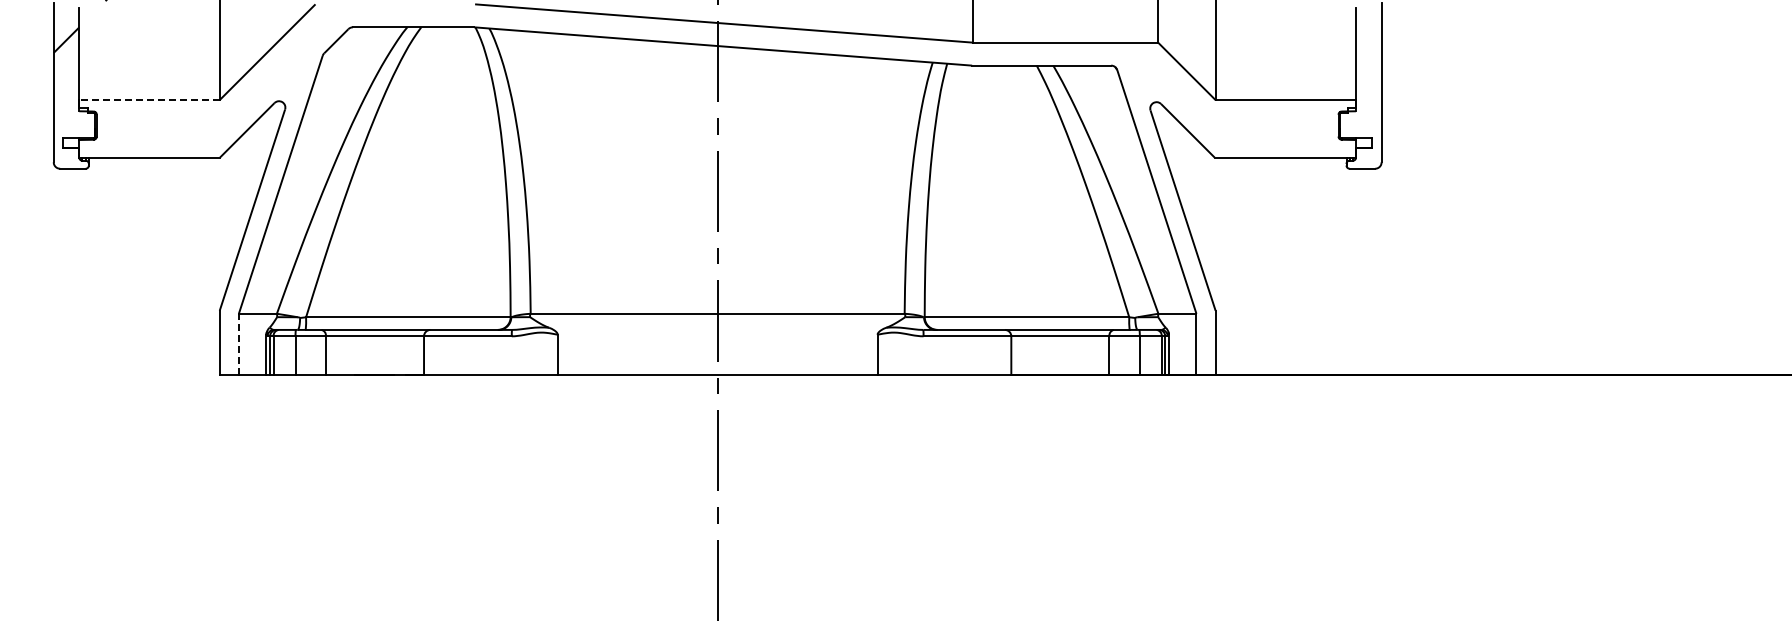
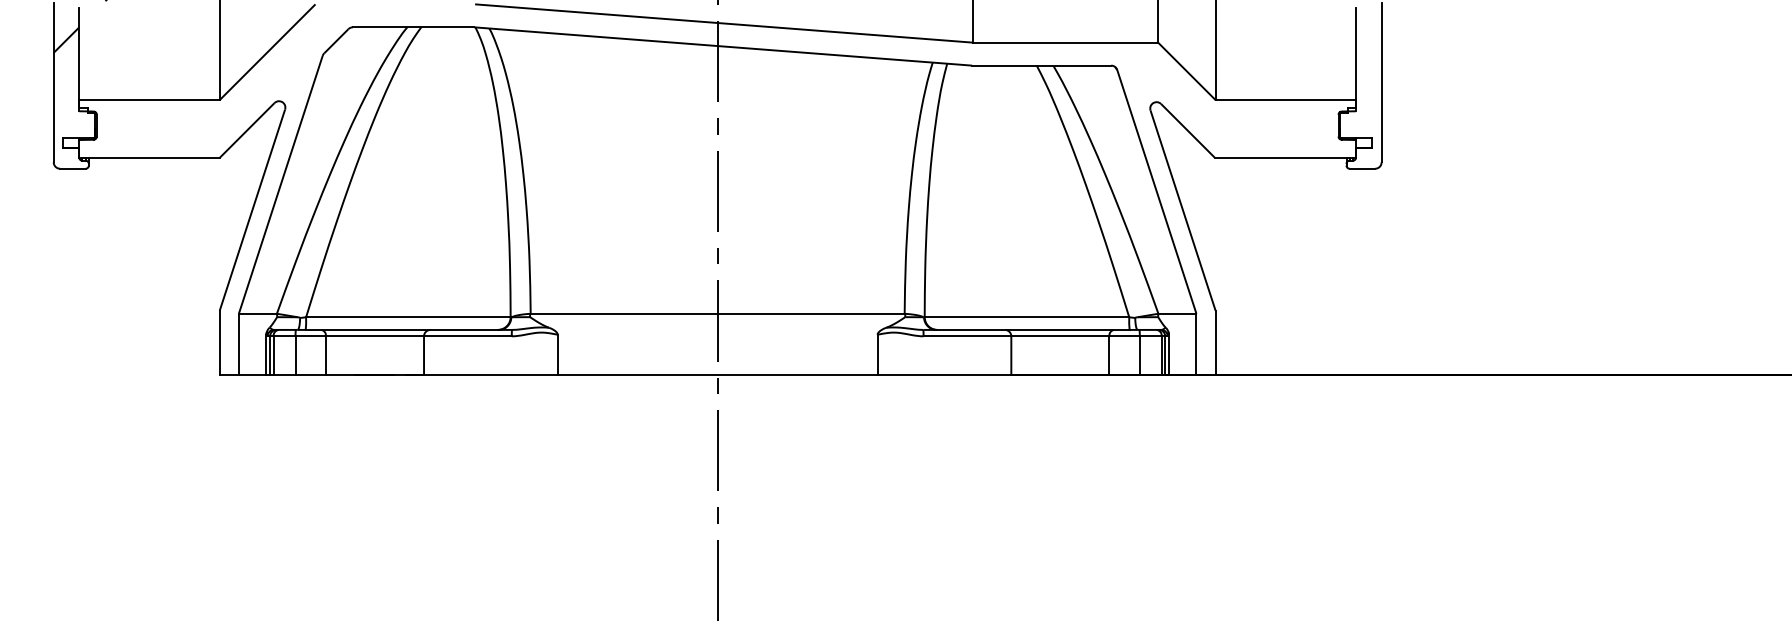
line at (149, 100): dashed -> solid
line at (238, 343): dashed -> solid
